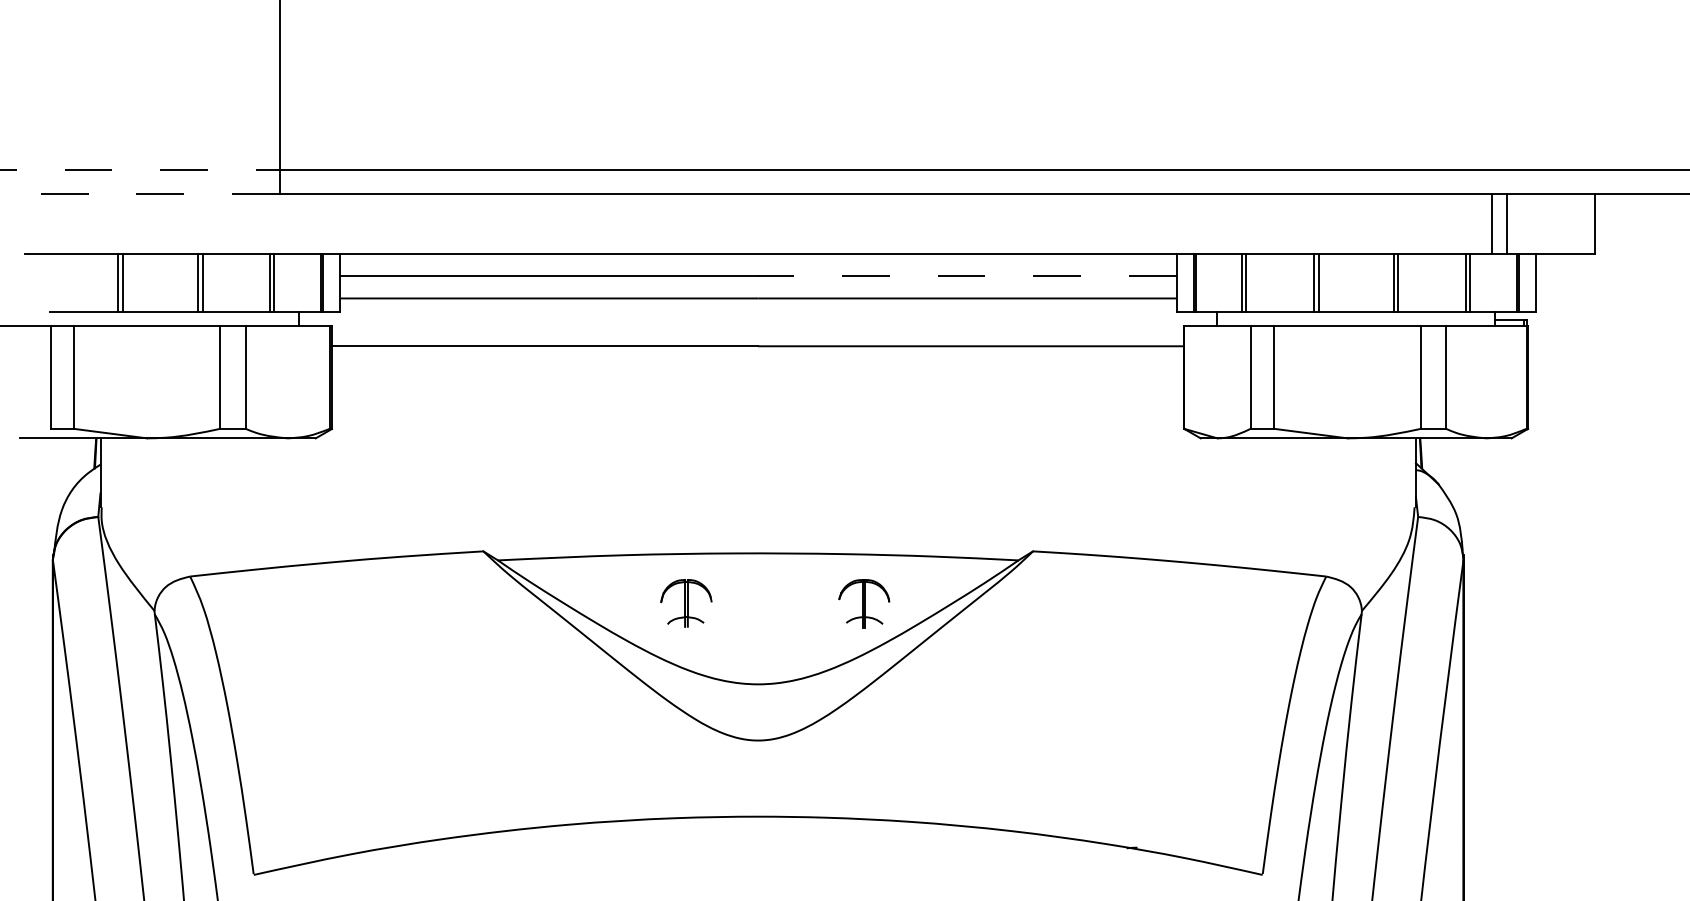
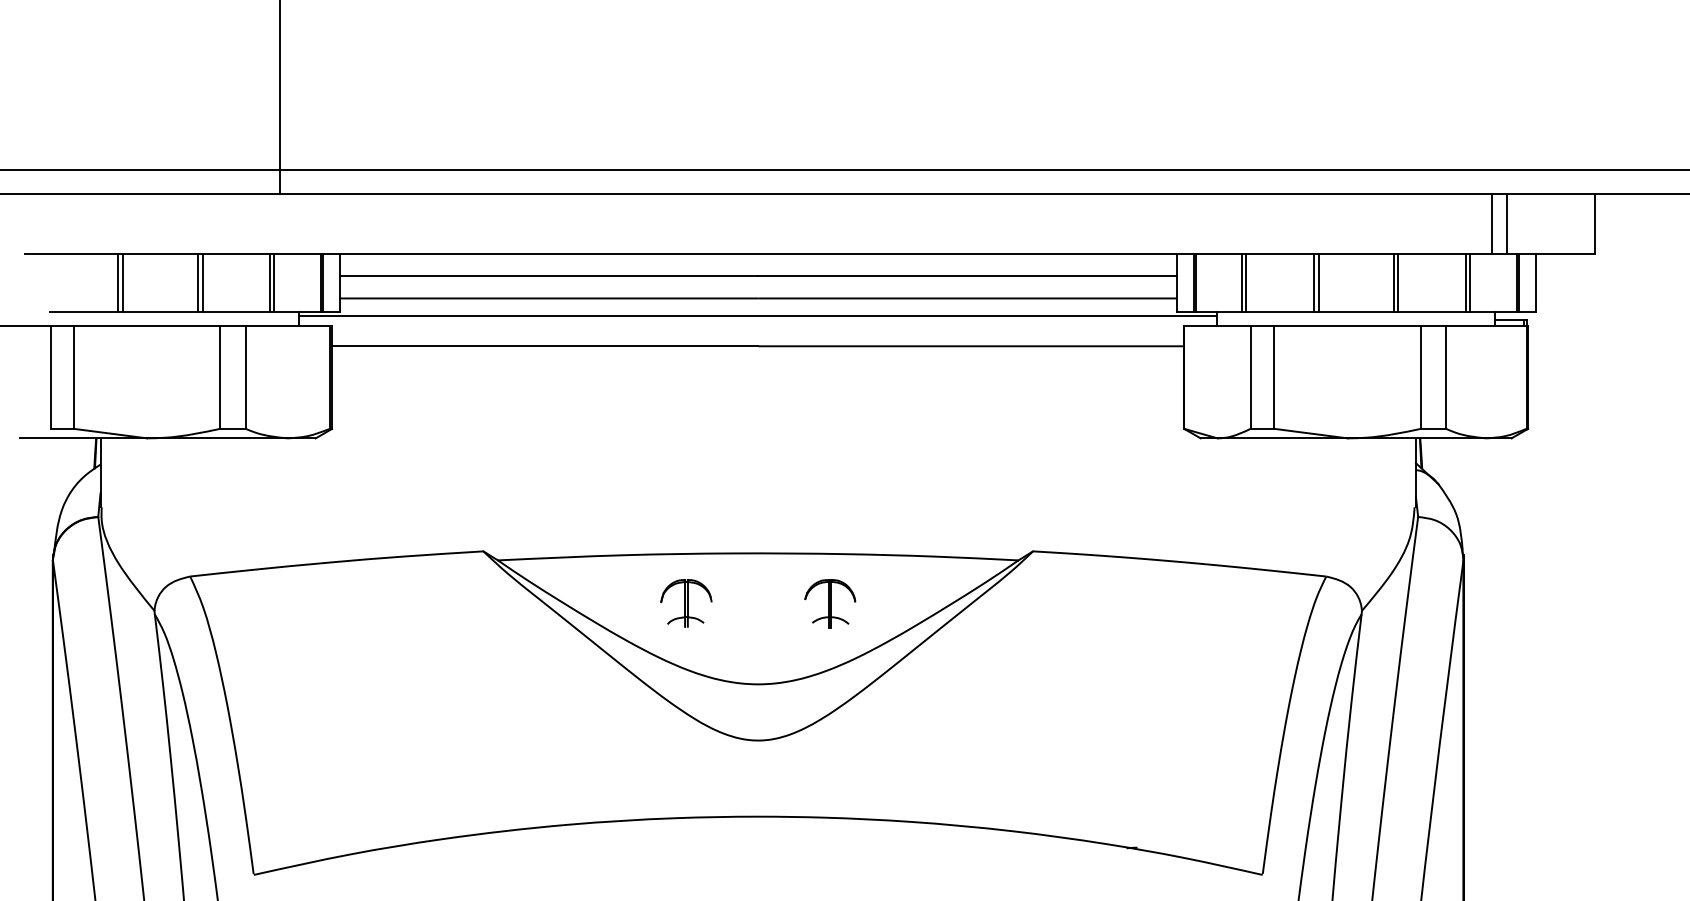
line at (139, 170): dashed -> solid
line at (139, 194): dashed -> solid
line at (967, 275): dashed -> solid
line at (758, 316): none -> present
part at (864, 603) position: (864, 603) -> (830, 603)
